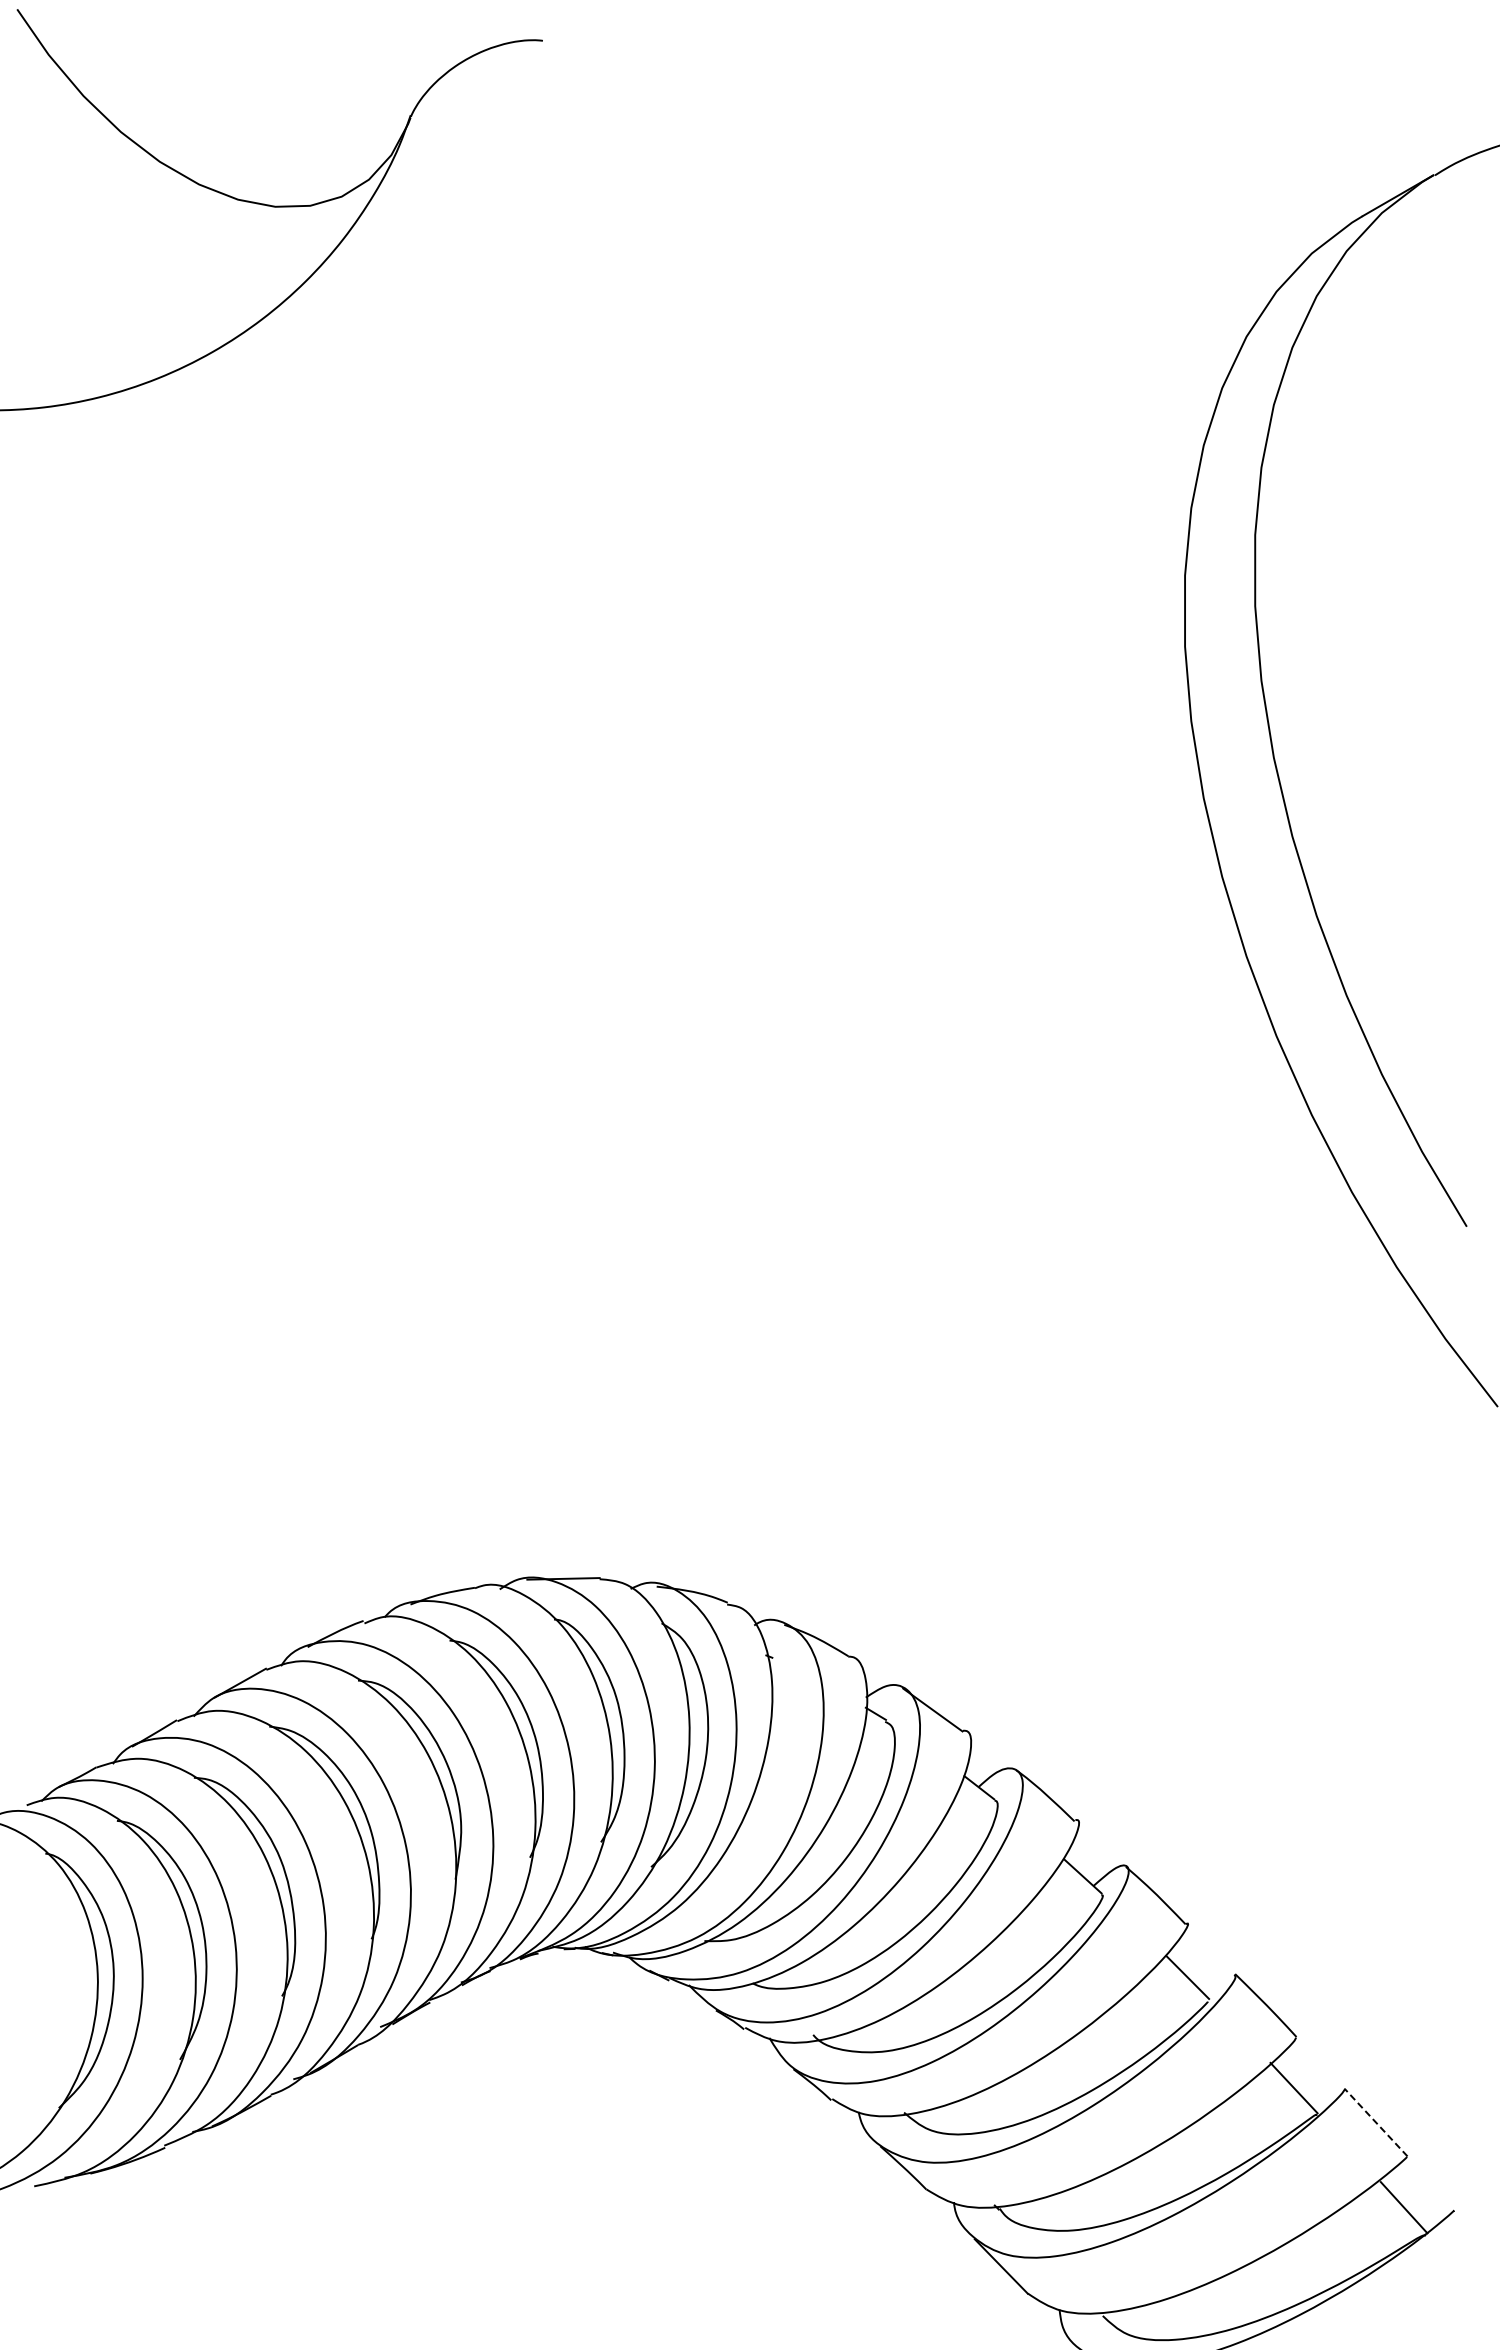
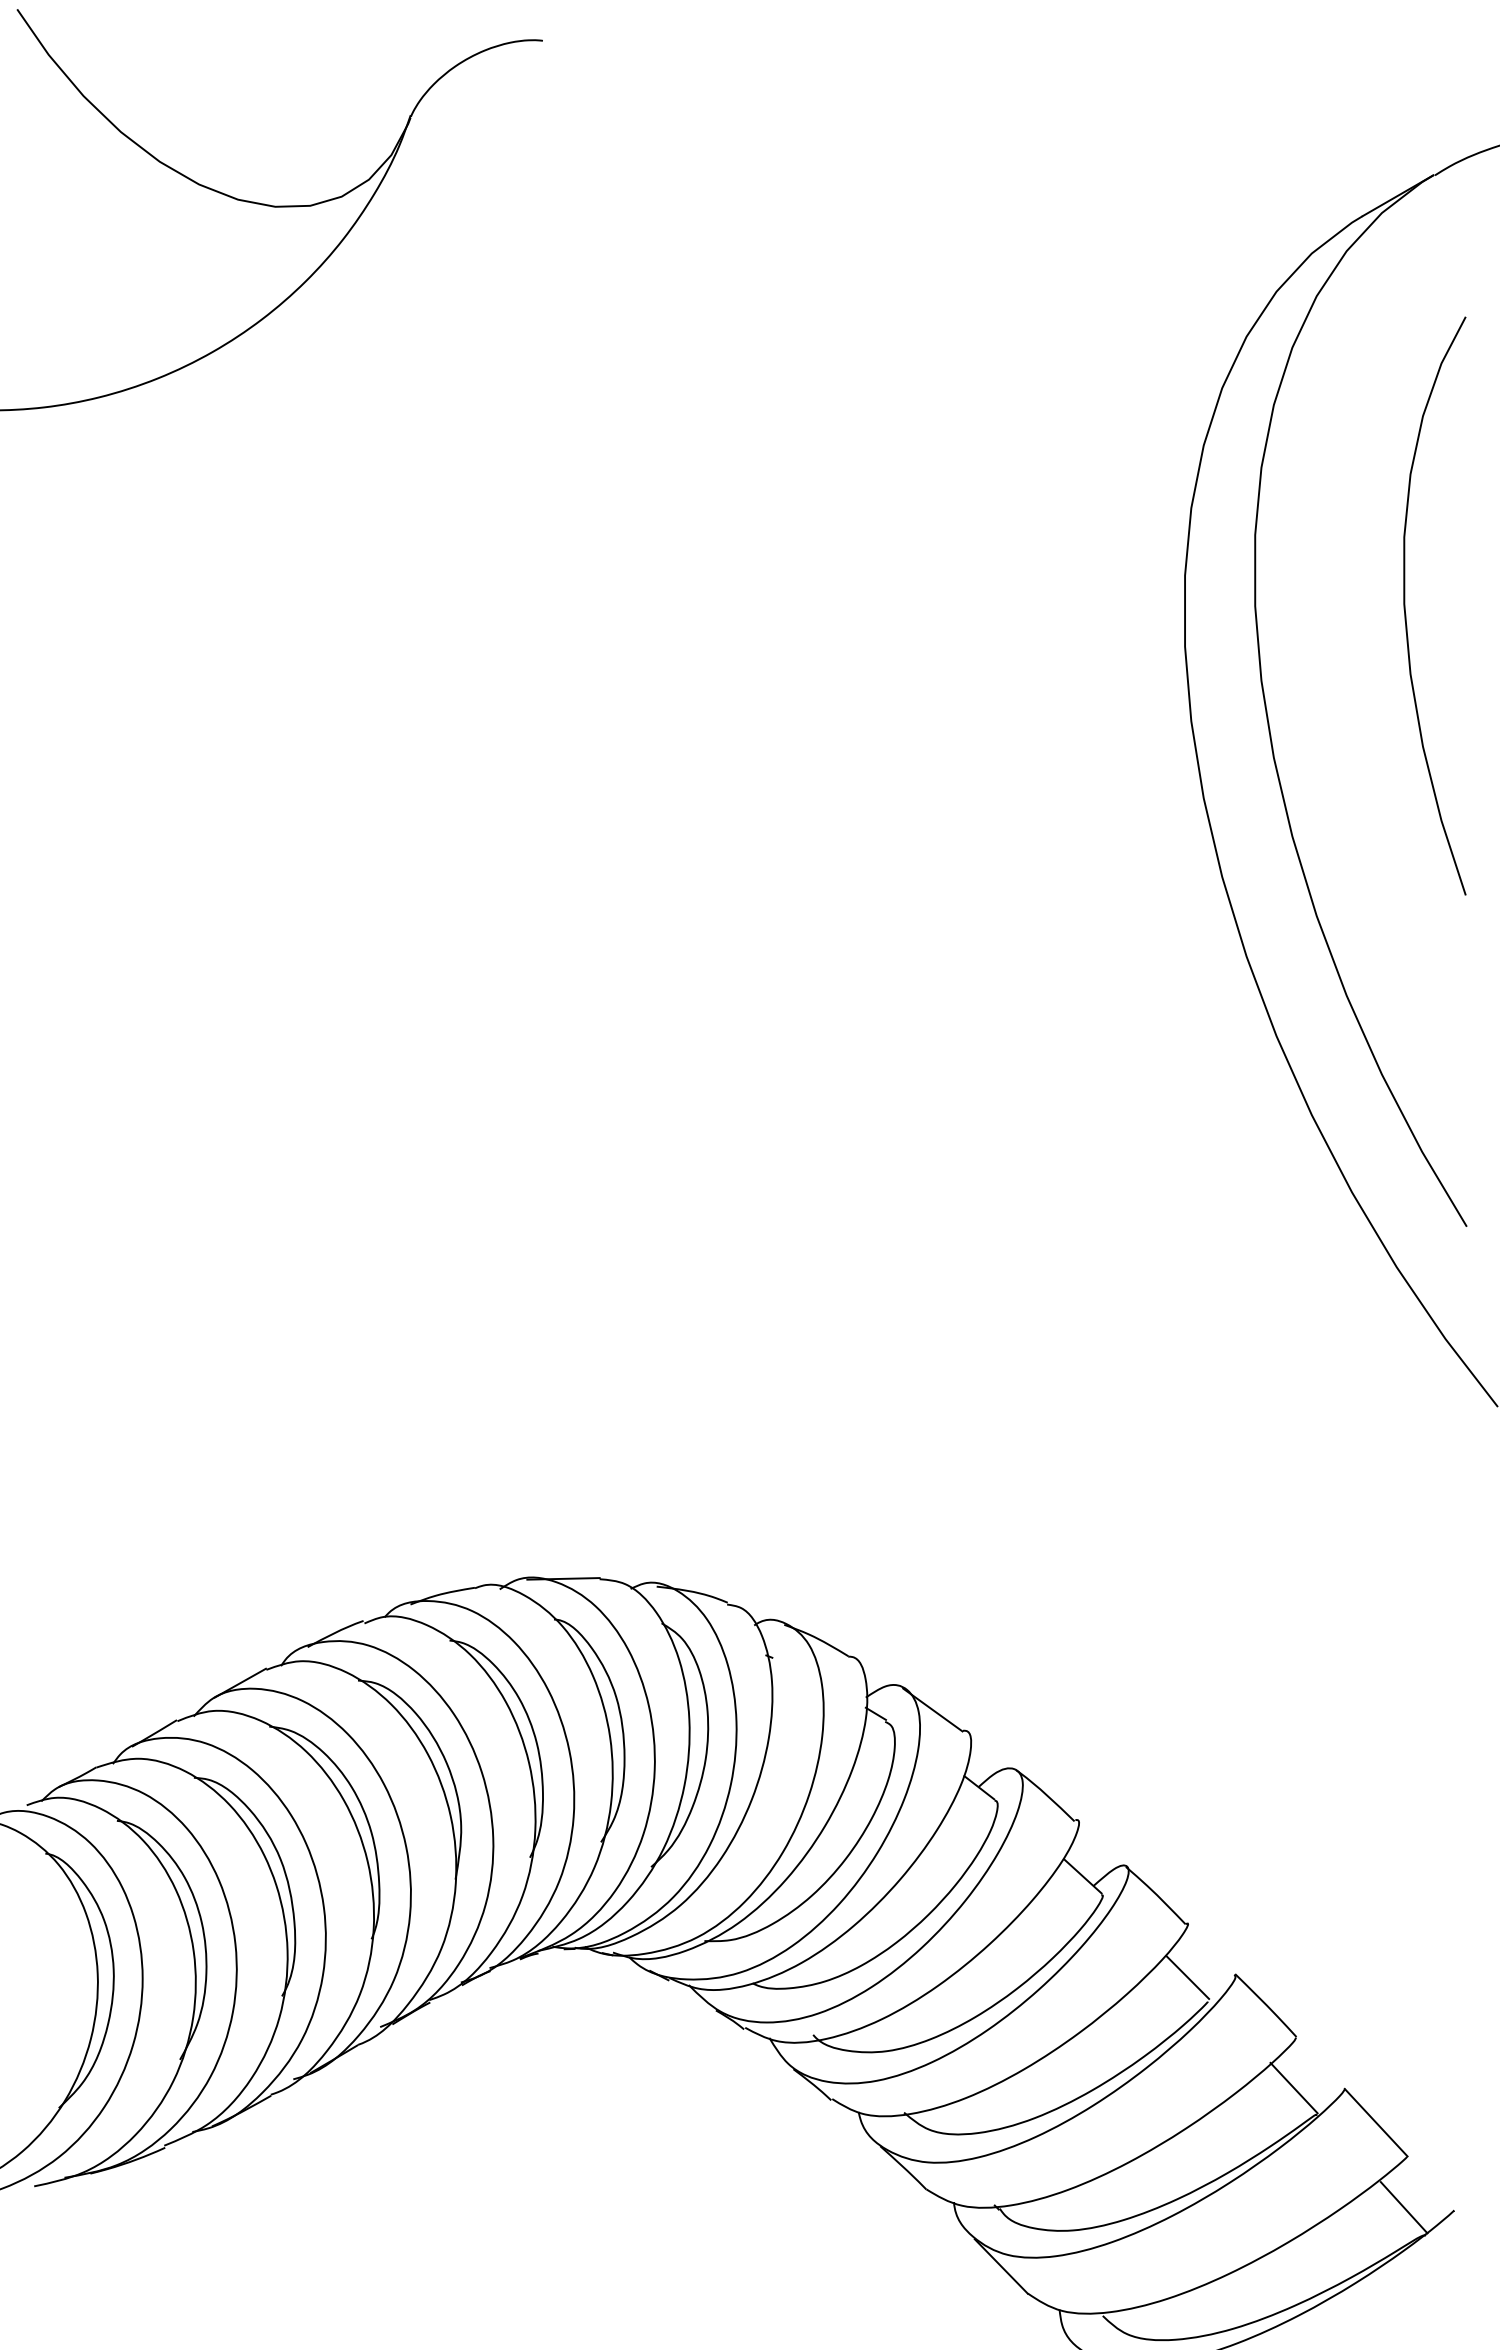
curve at (1405, 605): none -> present
line at (1375, 2122): dashed -> solid
